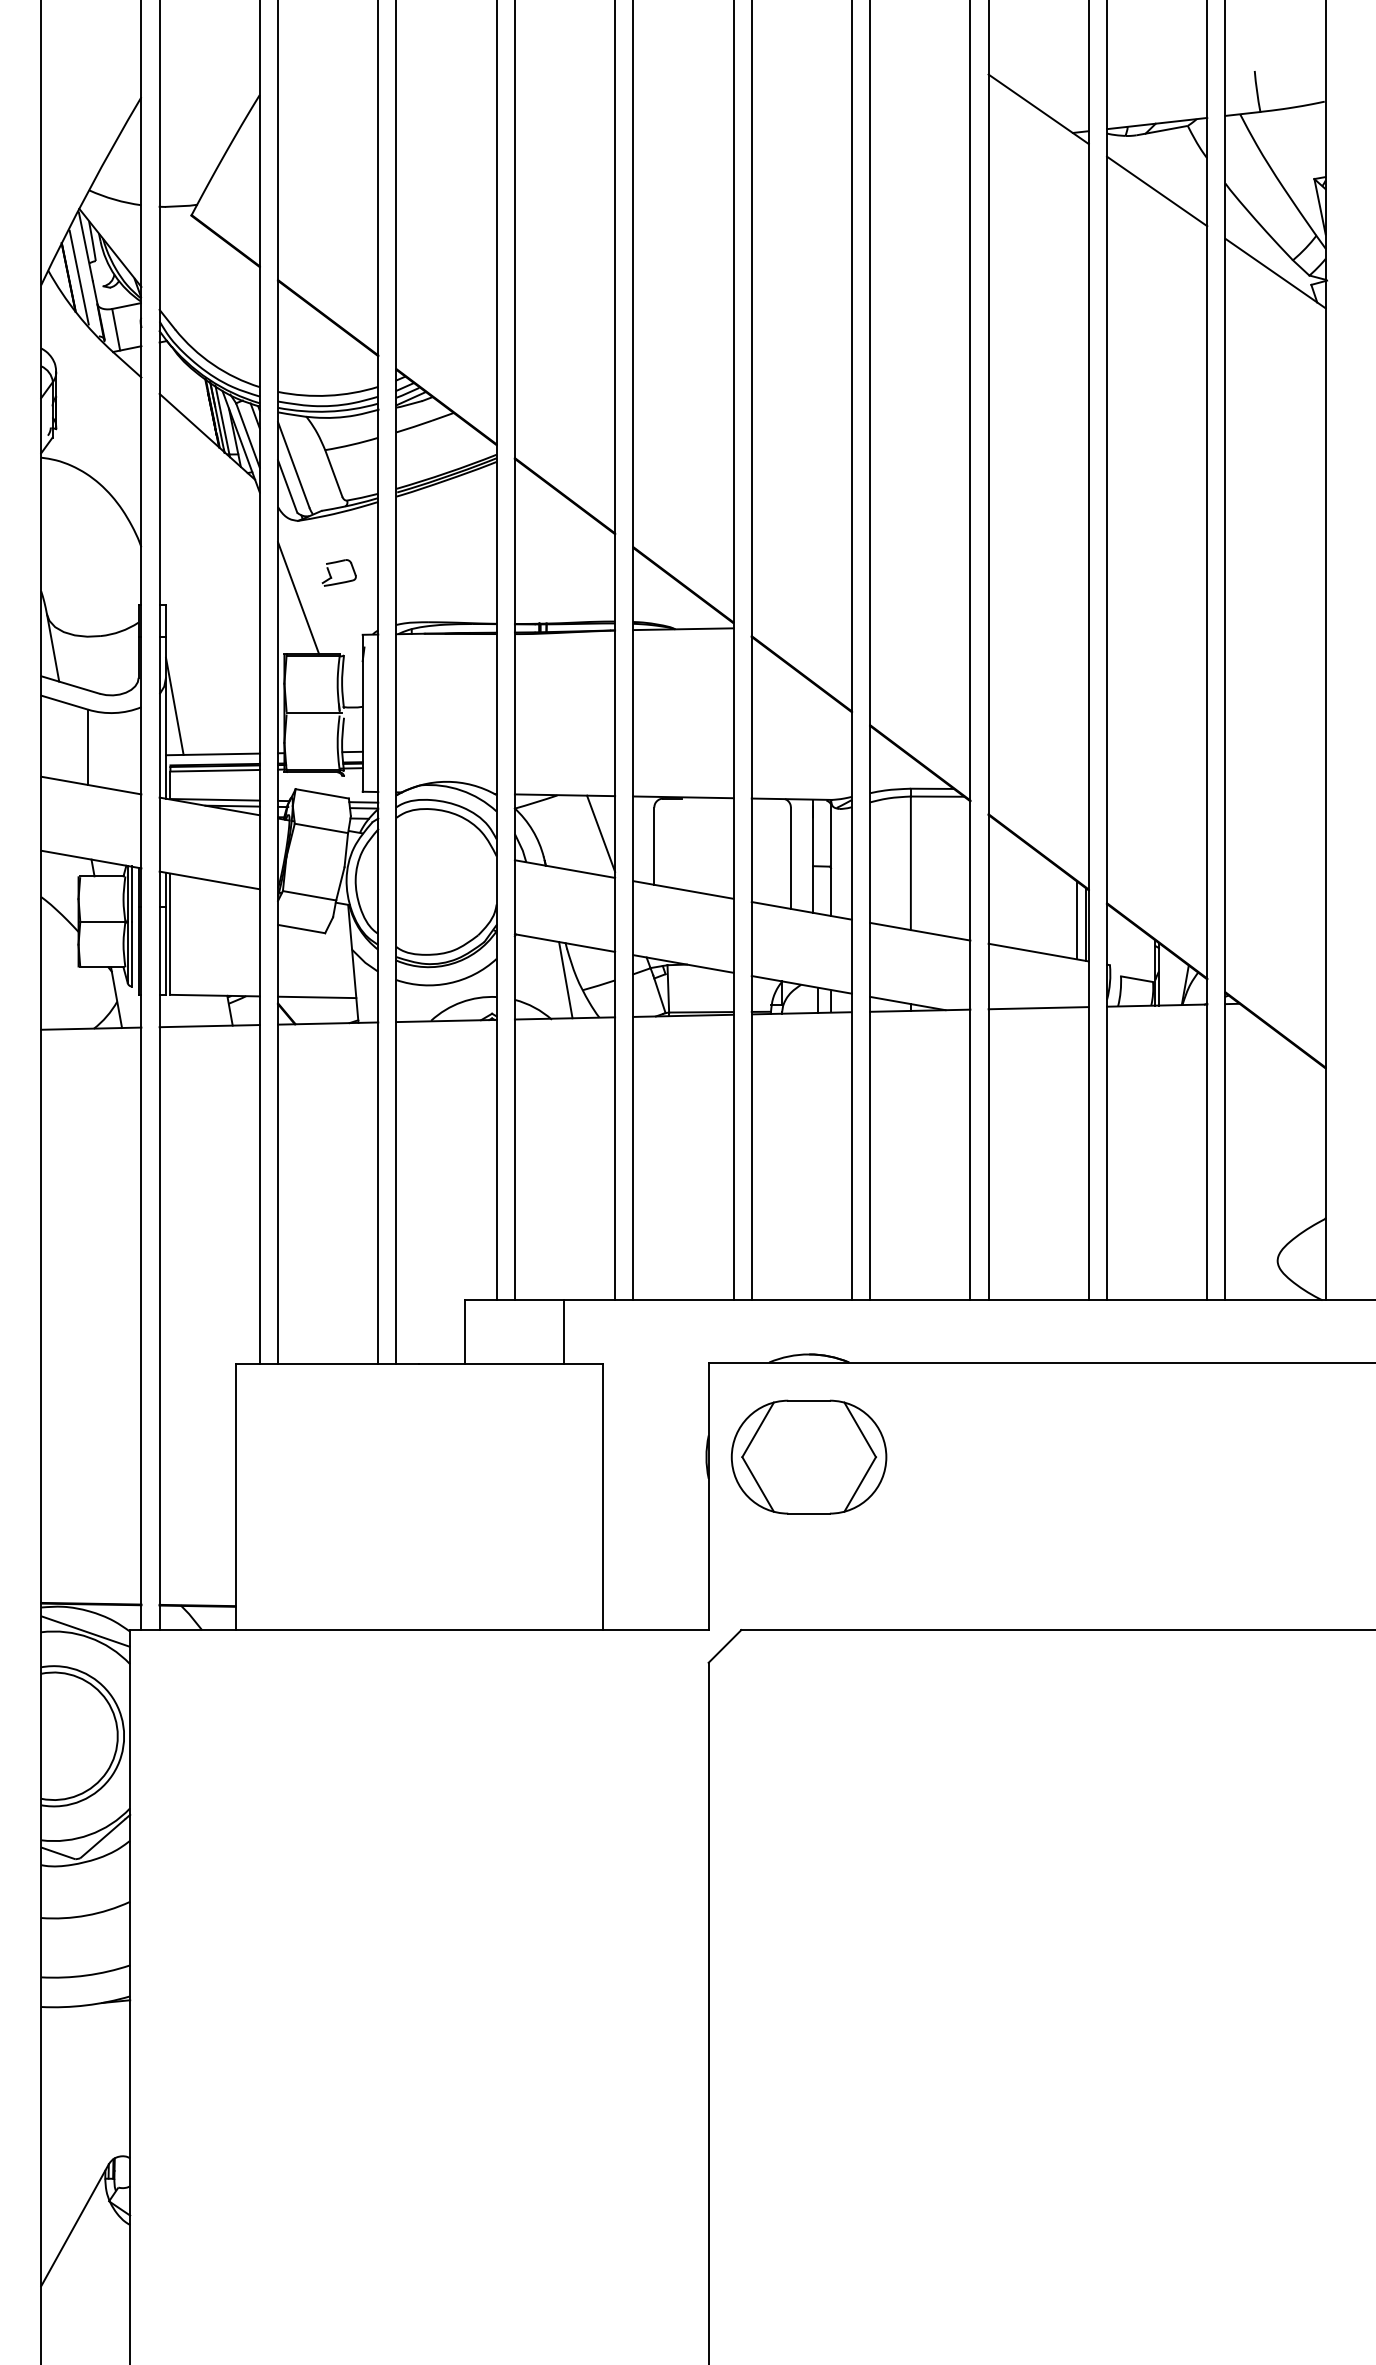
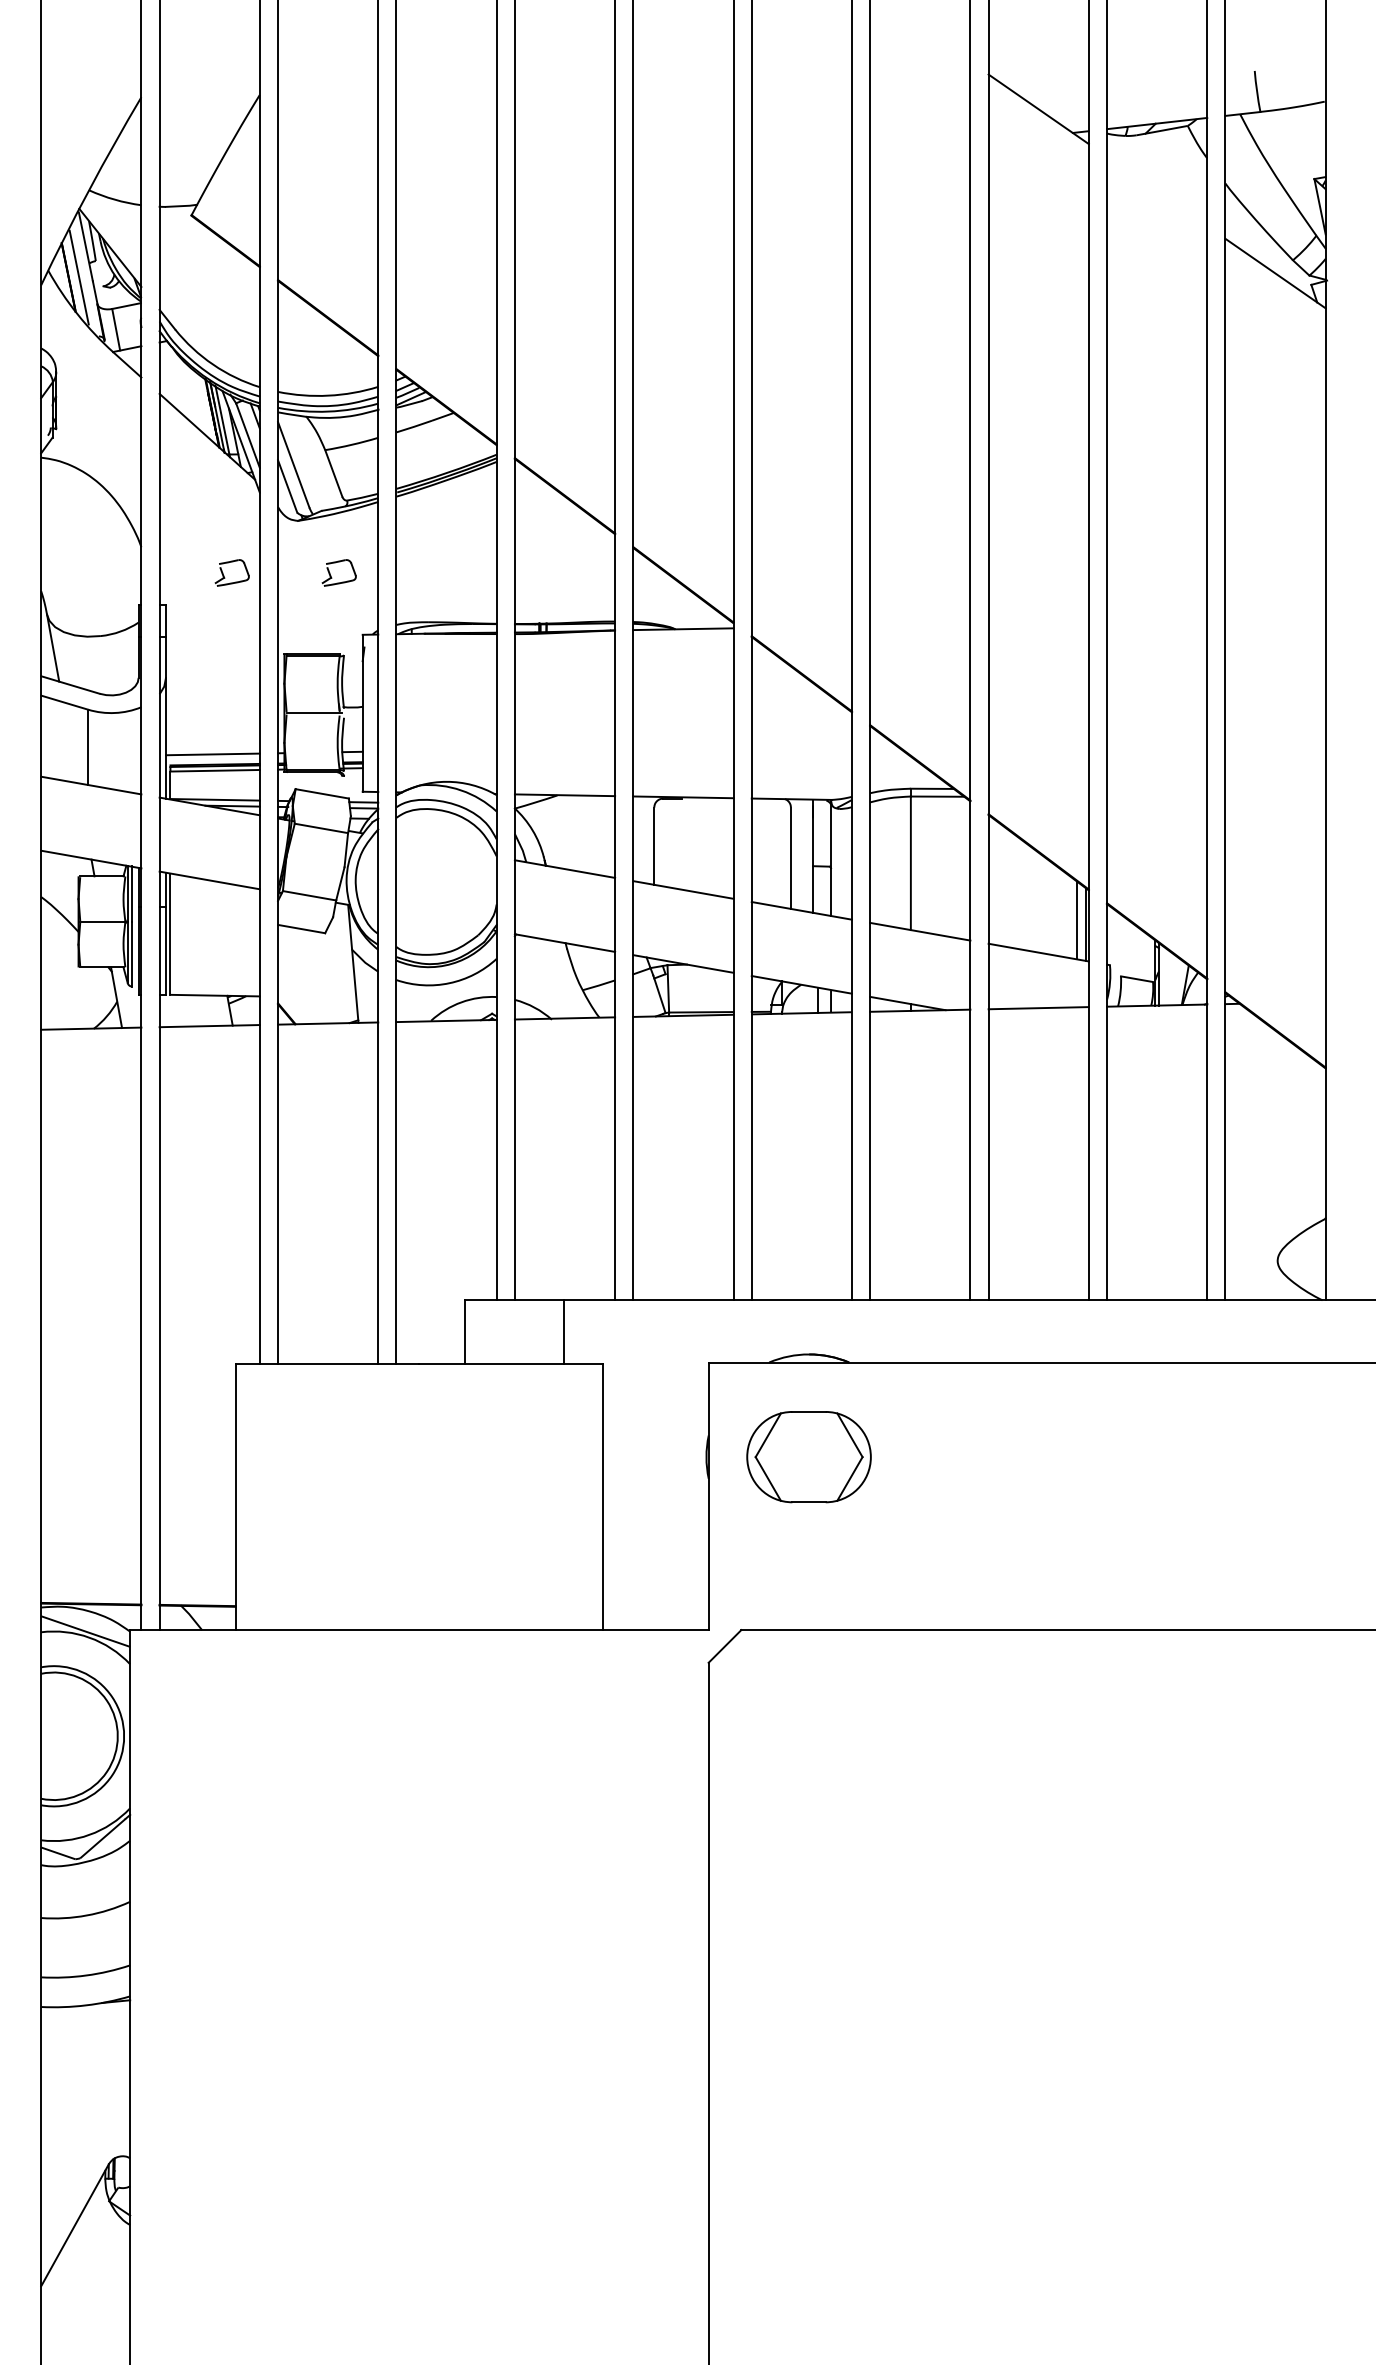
line at (1157, 191): present -> none
part at (224, 575): none -> present
line at (298, 598): present -> none
line at (174, 705): present -> none
line at (601, 833): present -> none
line at (565, 980): present -> none
line at (317, 997): present -> none
part at (808, 1456) size: 158x116 px -> 126x93 px
